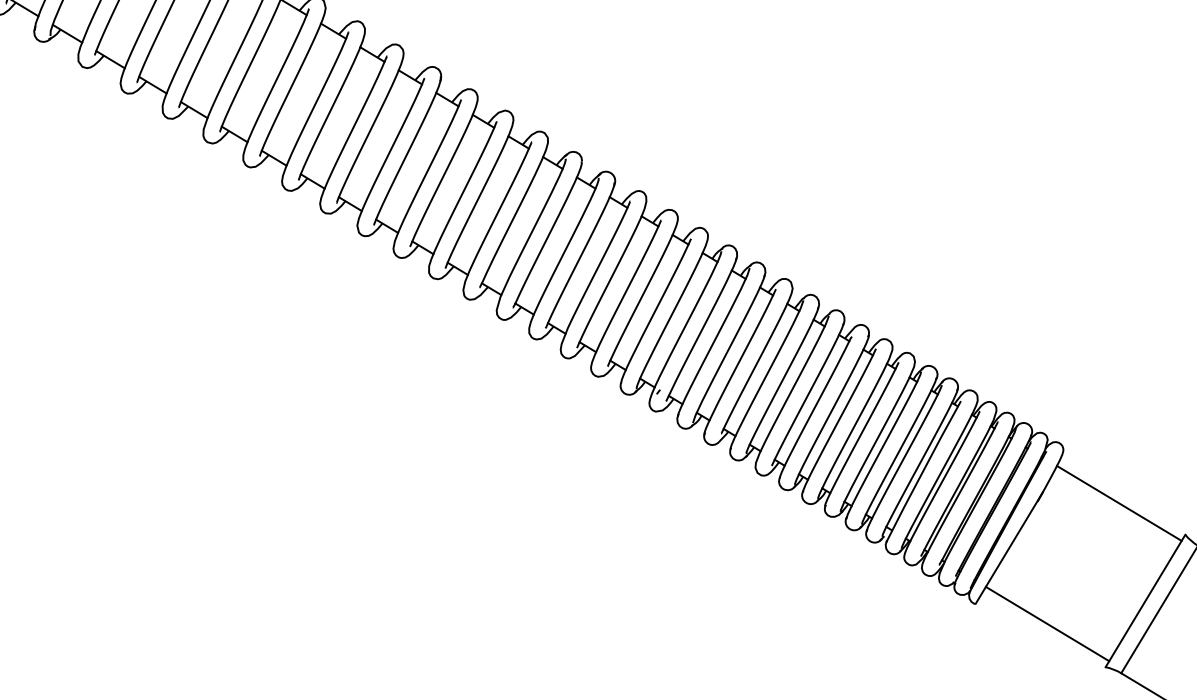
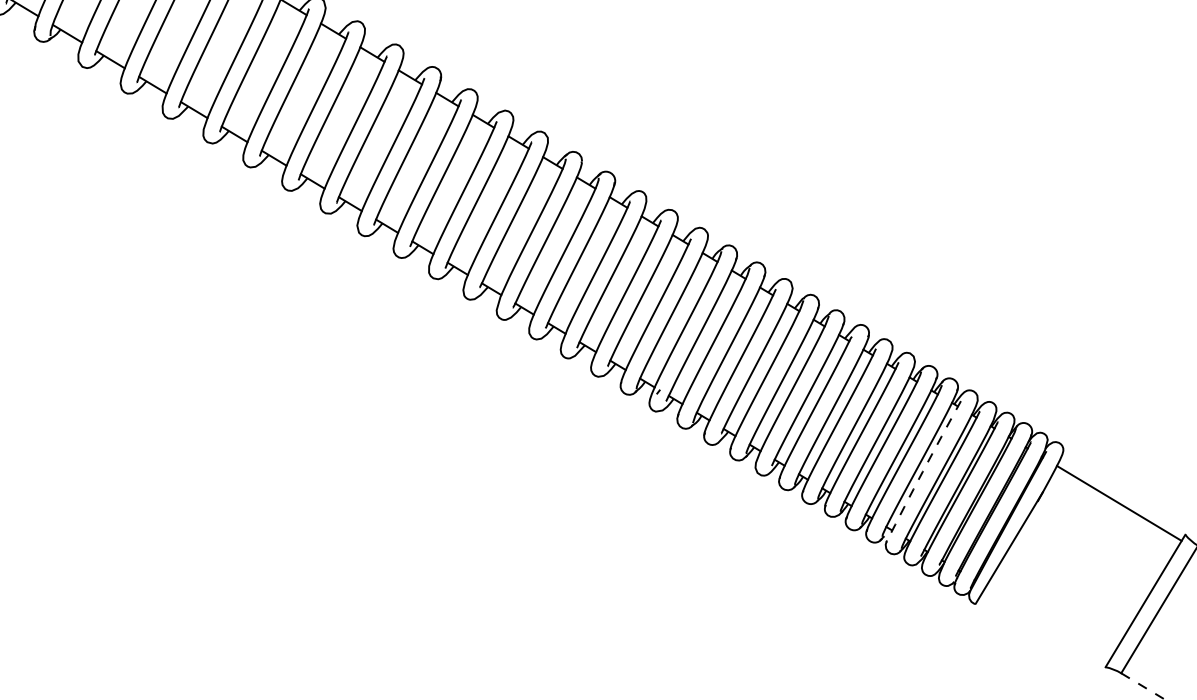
arc at (922, 471): solid -> dashed
line at (1047, 623): present -> none
line at (1143, 686): solid -> dashed
